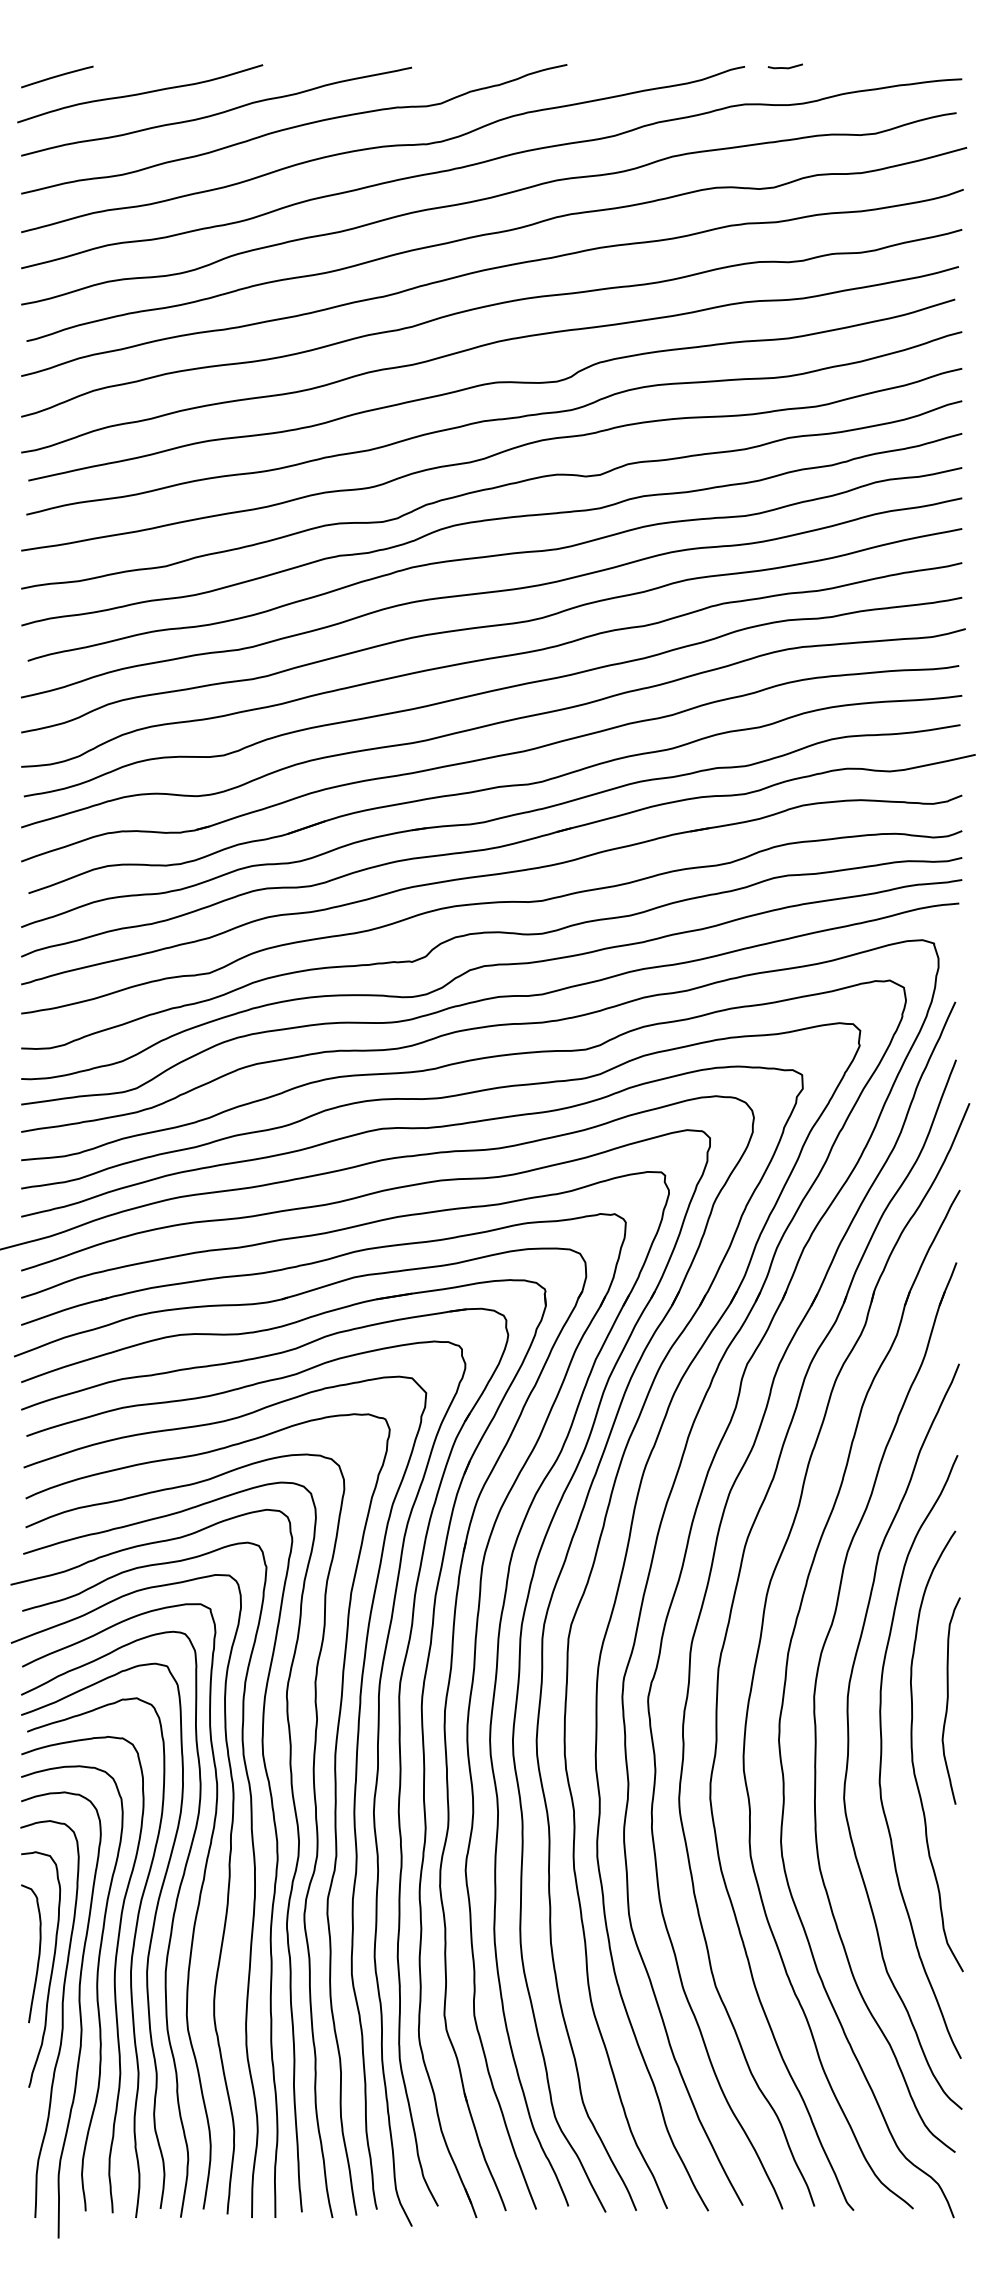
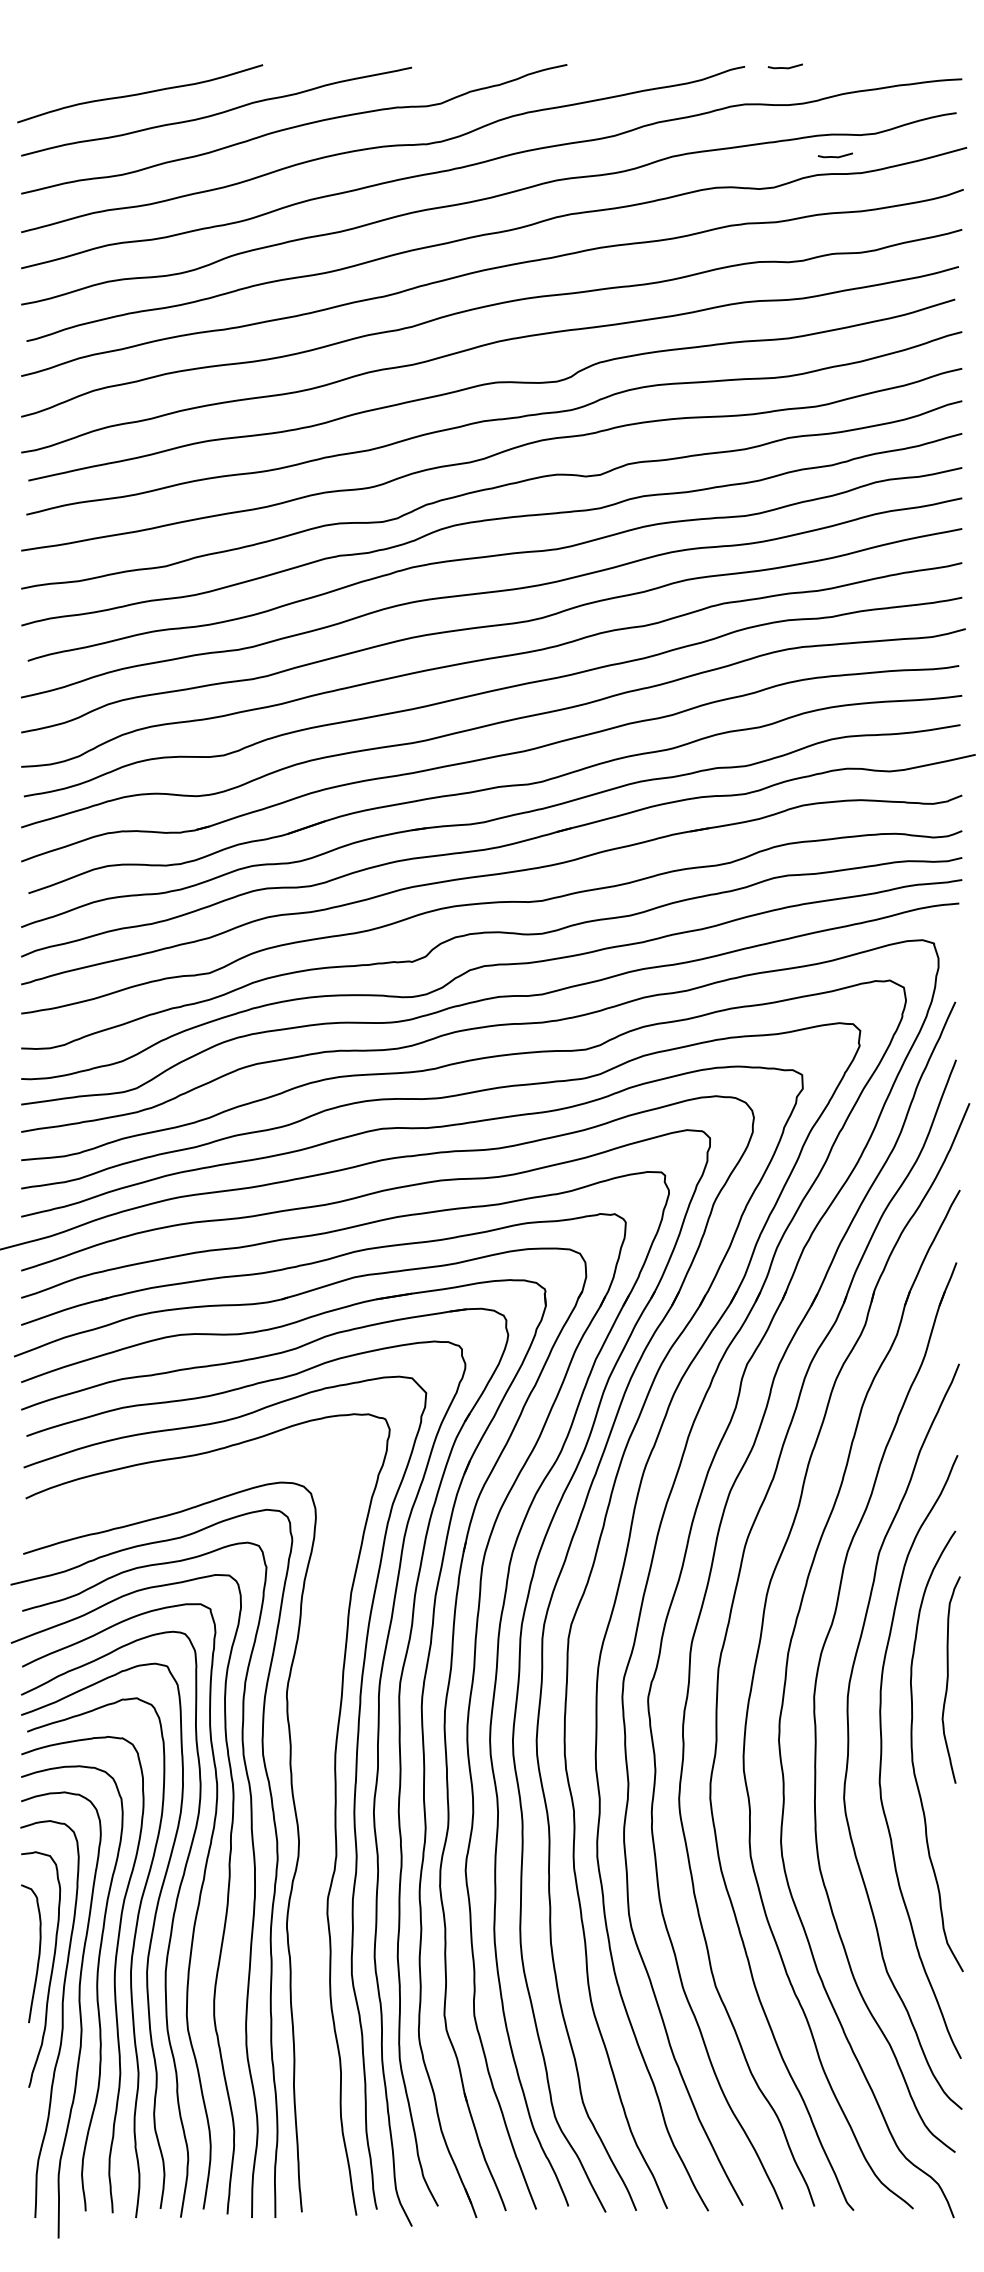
line at (57, 76): present -> none
line at (834, 156): none -> present
curve at (948, 1700) position: (948, 1700) -> (948, 1679)
curve at (315, 1825): present -> none
